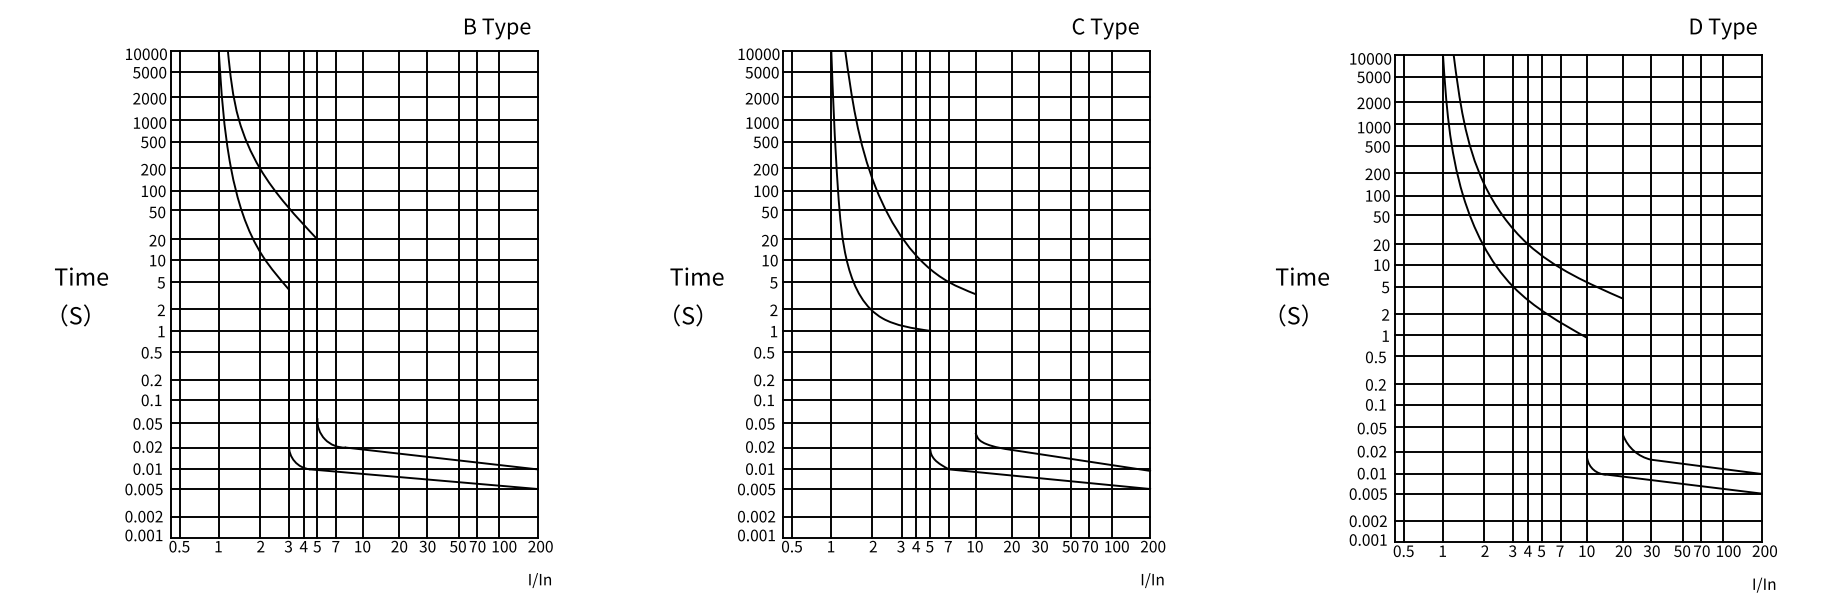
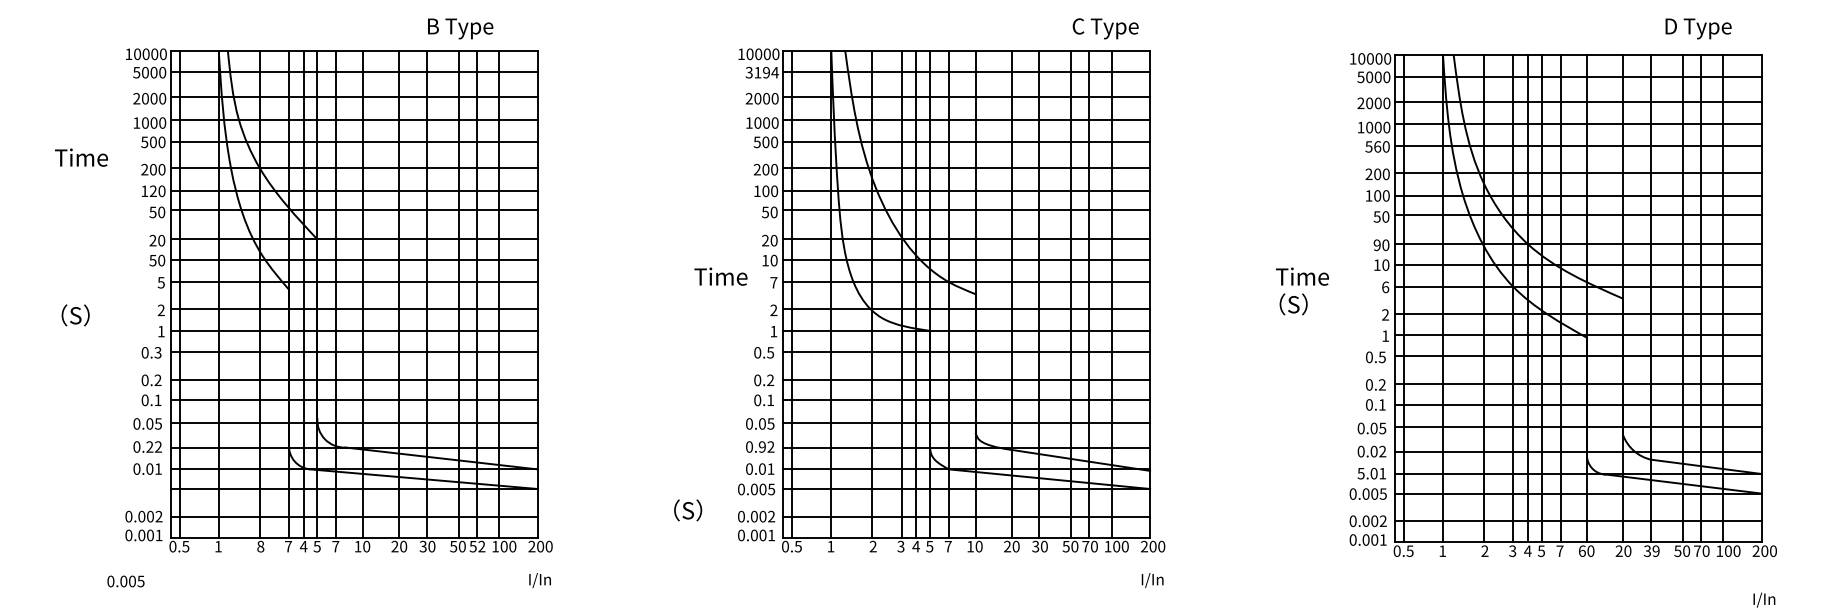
text at (497, 28) position: (497, 28) -> (460, 28)
text at (1723, 28) position: (1723, 28) -> (1698, 28)
text at (762, 72): 5000 -> 3194
text at (1377, 146): 500 -> 560
text at (152, 191): 100 -> 120
text at (1376, 245): 20 -> 90
text at (152, 260): 10 -> 50
text at (81, 276) position: (81, 276) -> (81, 157)
text at (696, 276) position: (696, 276) -> (720, 276)
text at (773, 282): 5 -> 7
text at (1385, 287): 5 -> 6
text at (688, 315) position: (688, 315) -> (688, 510)
text at (1293, 315) position: (1293, 315) -> (1293, 304)
text at (158, 352): 0.5 -> 0.3
text at (149, 446): 0.02 -> 0.22
text at (761, 446): 0.02 -> 0.92
text at (1360, 473): 0.01 -> 5.01
text at (143, 489) position: (143, 489) -> (125, 581)
text at (260, 546): 2 -> 8
text at (288, 546): 3 -> 7
text at (477, 546): 70 -> 52
text at (1655, 550): 30 -> 39
text at (1582, 551): 10 -> 60
text at (1764, 584) position: (1764, 584) -> (1764, 599)
